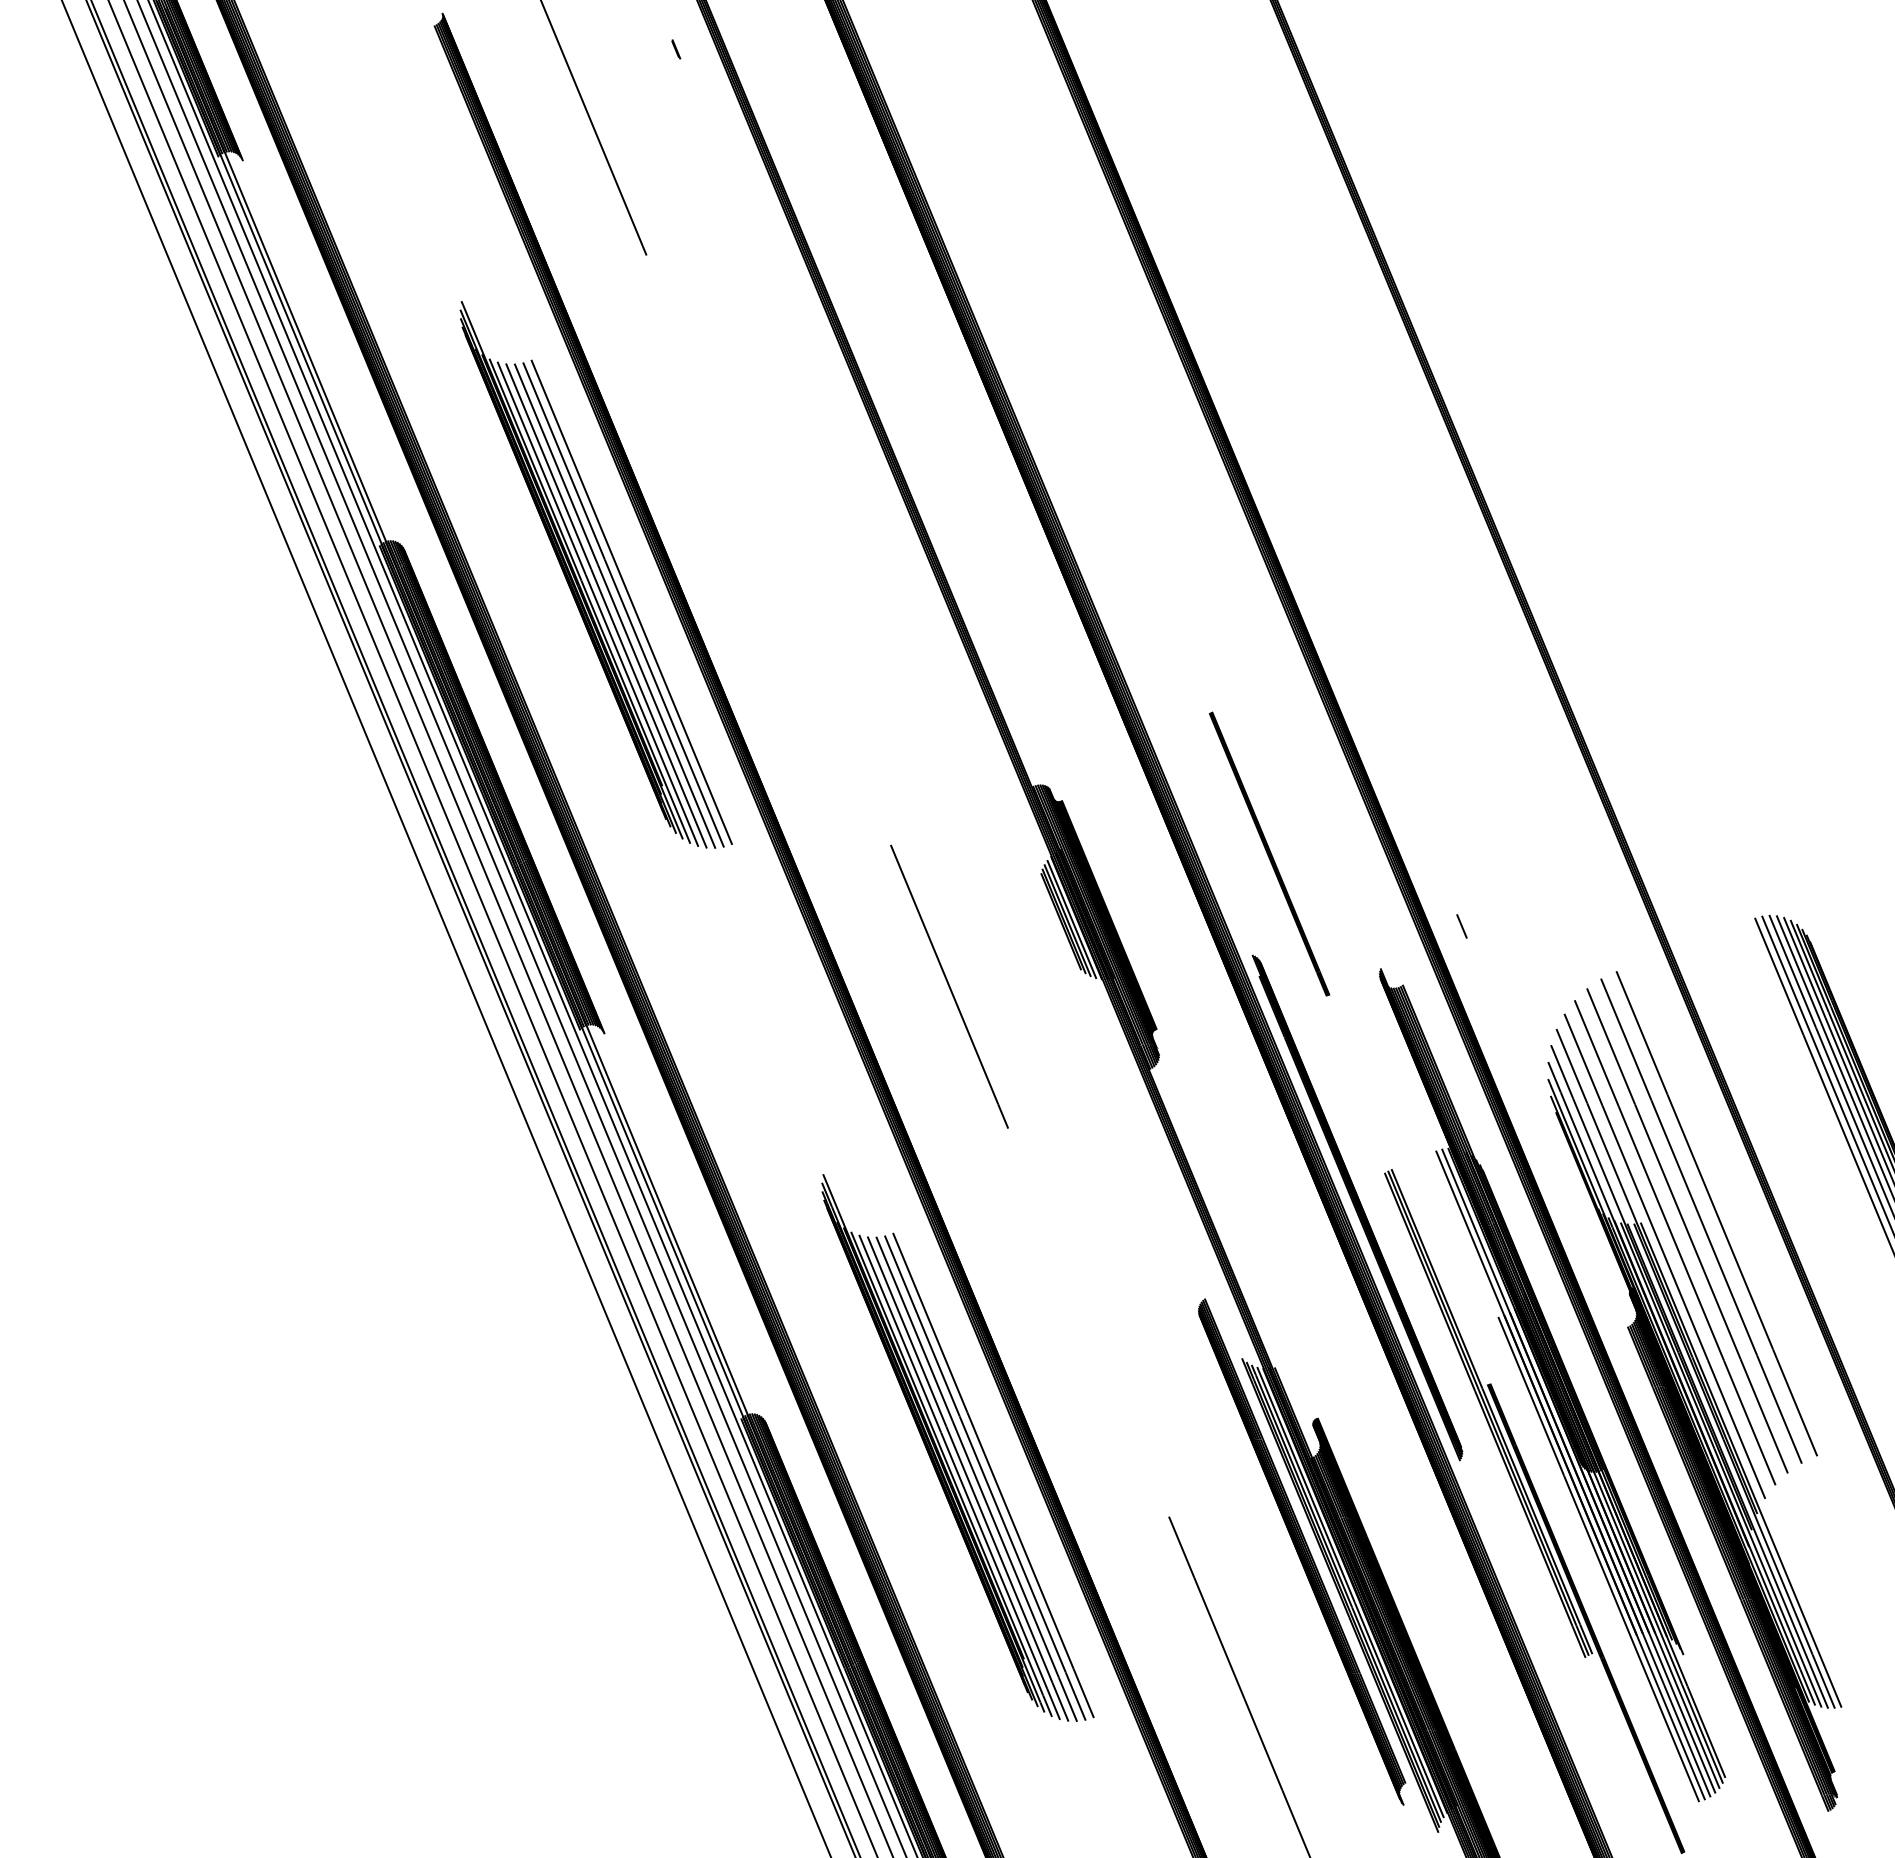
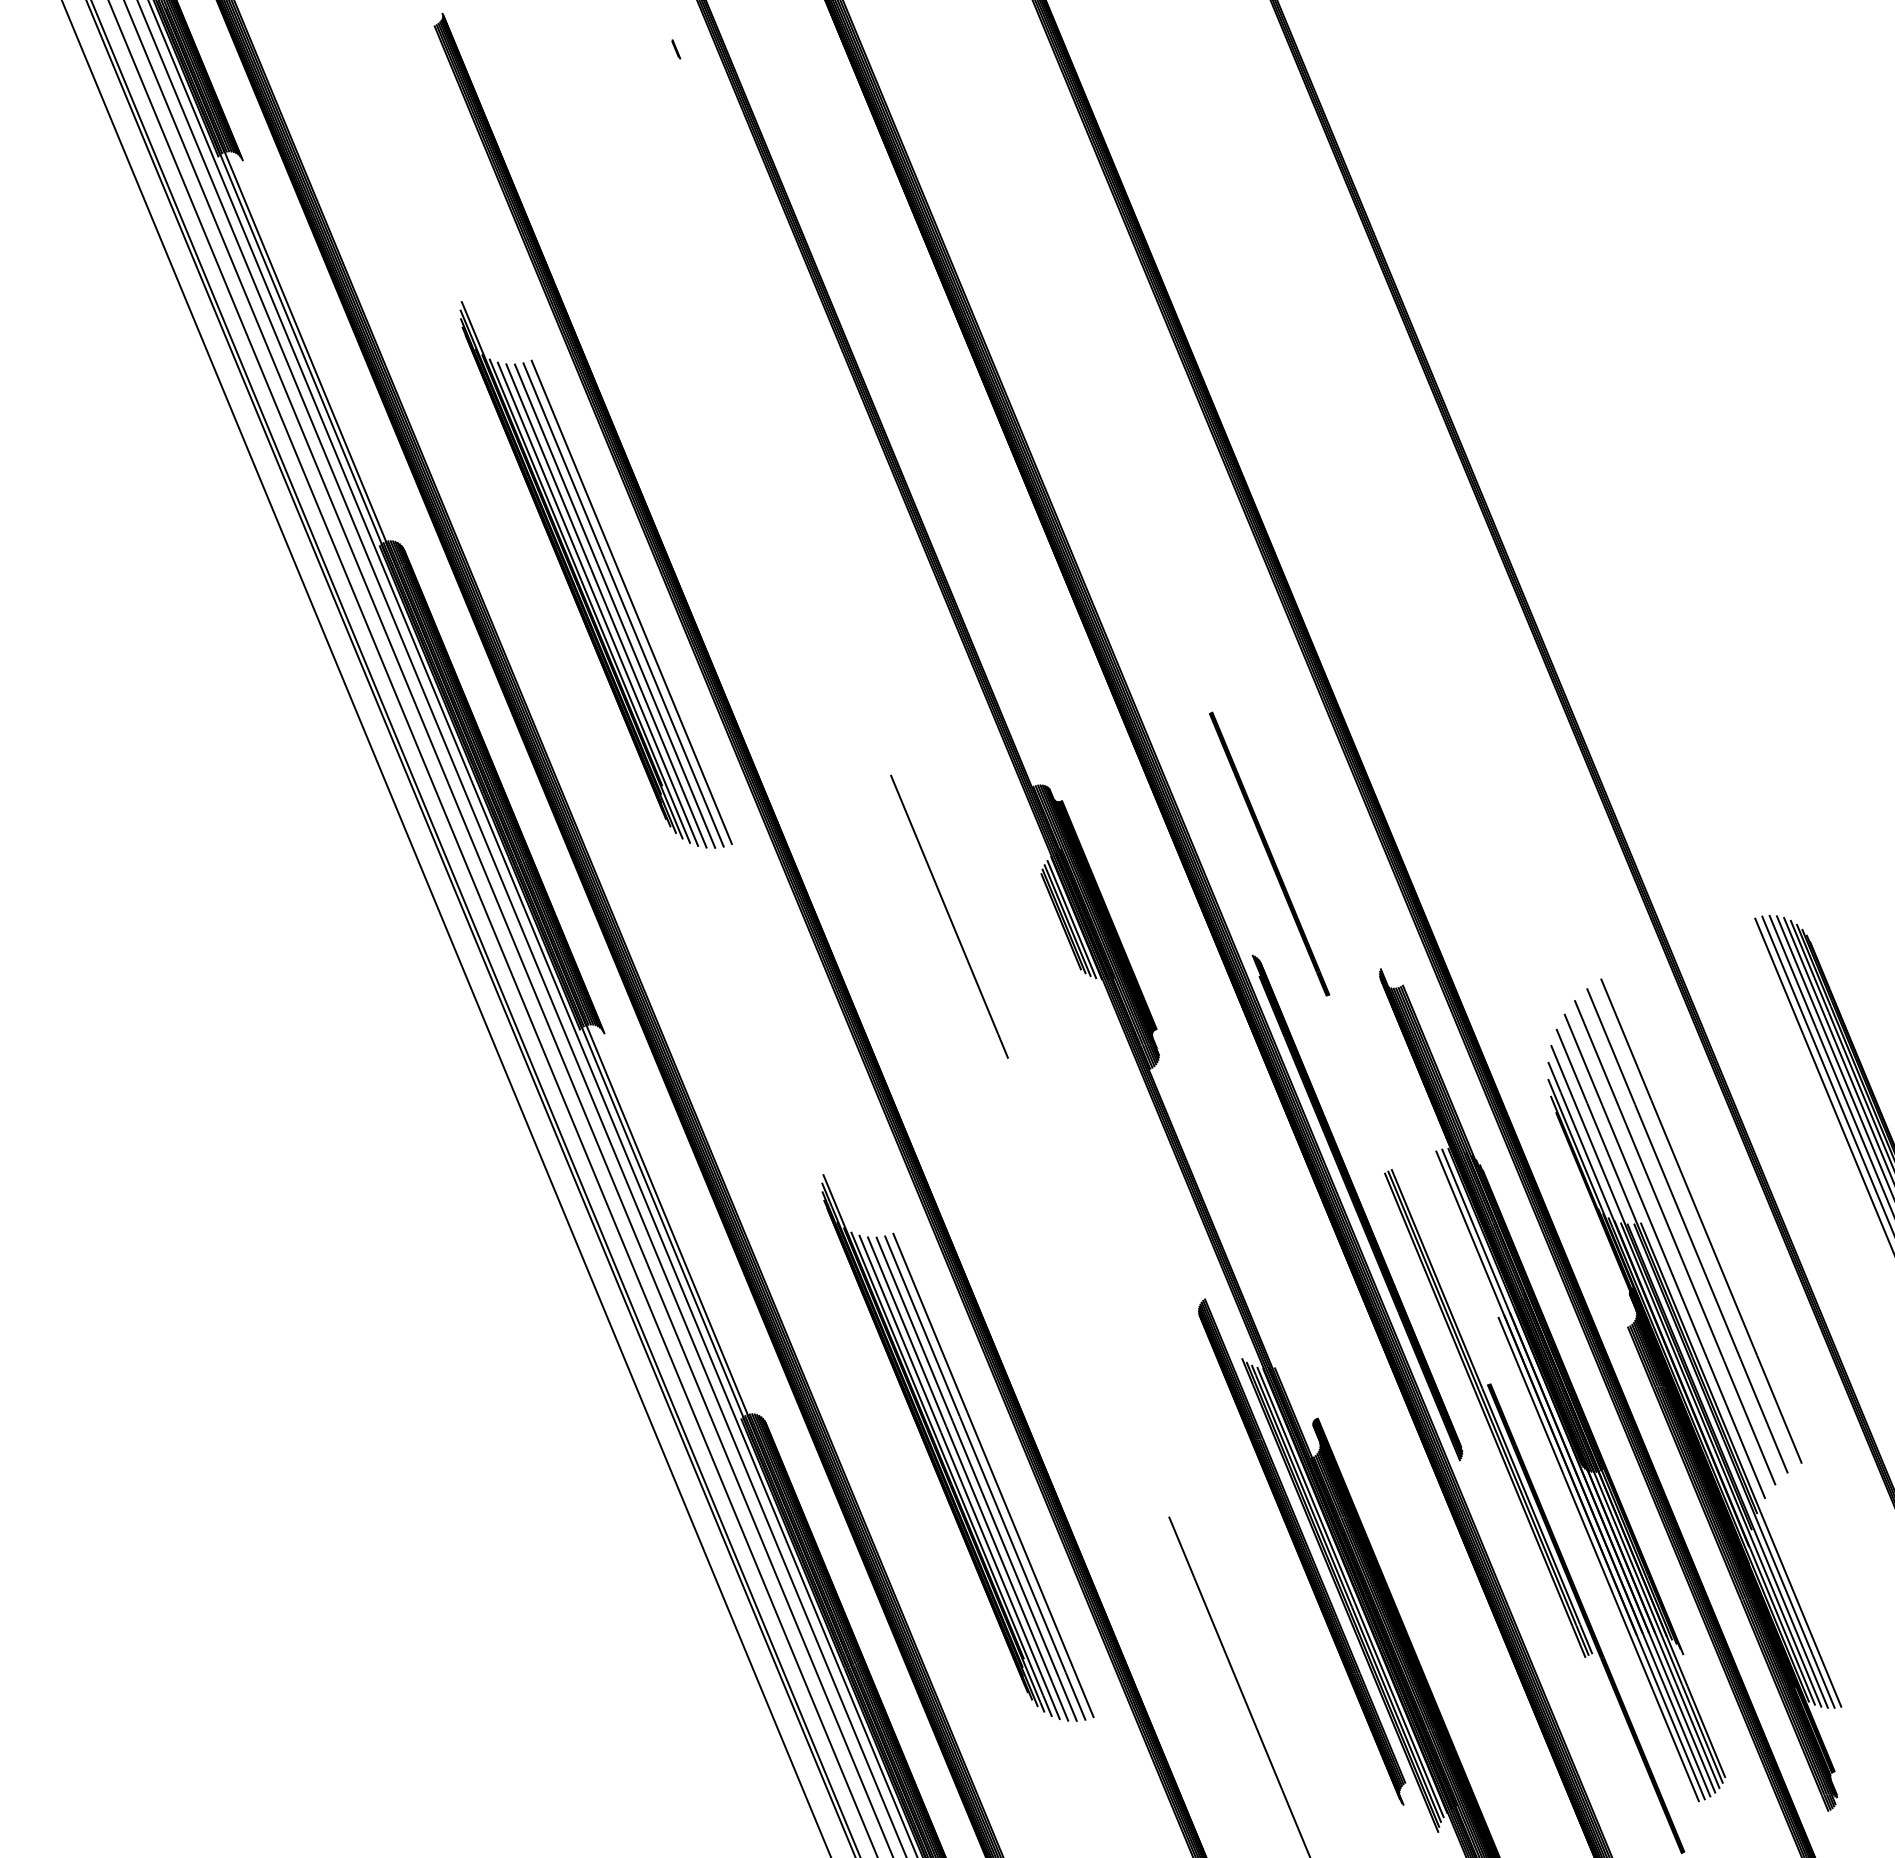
line at (593, 128): present -> none
line at (1461, 926): present -> none
line at (949, 986) position: (949, 986) -> (949, 916)
line at (1716, 1213): present -> none
